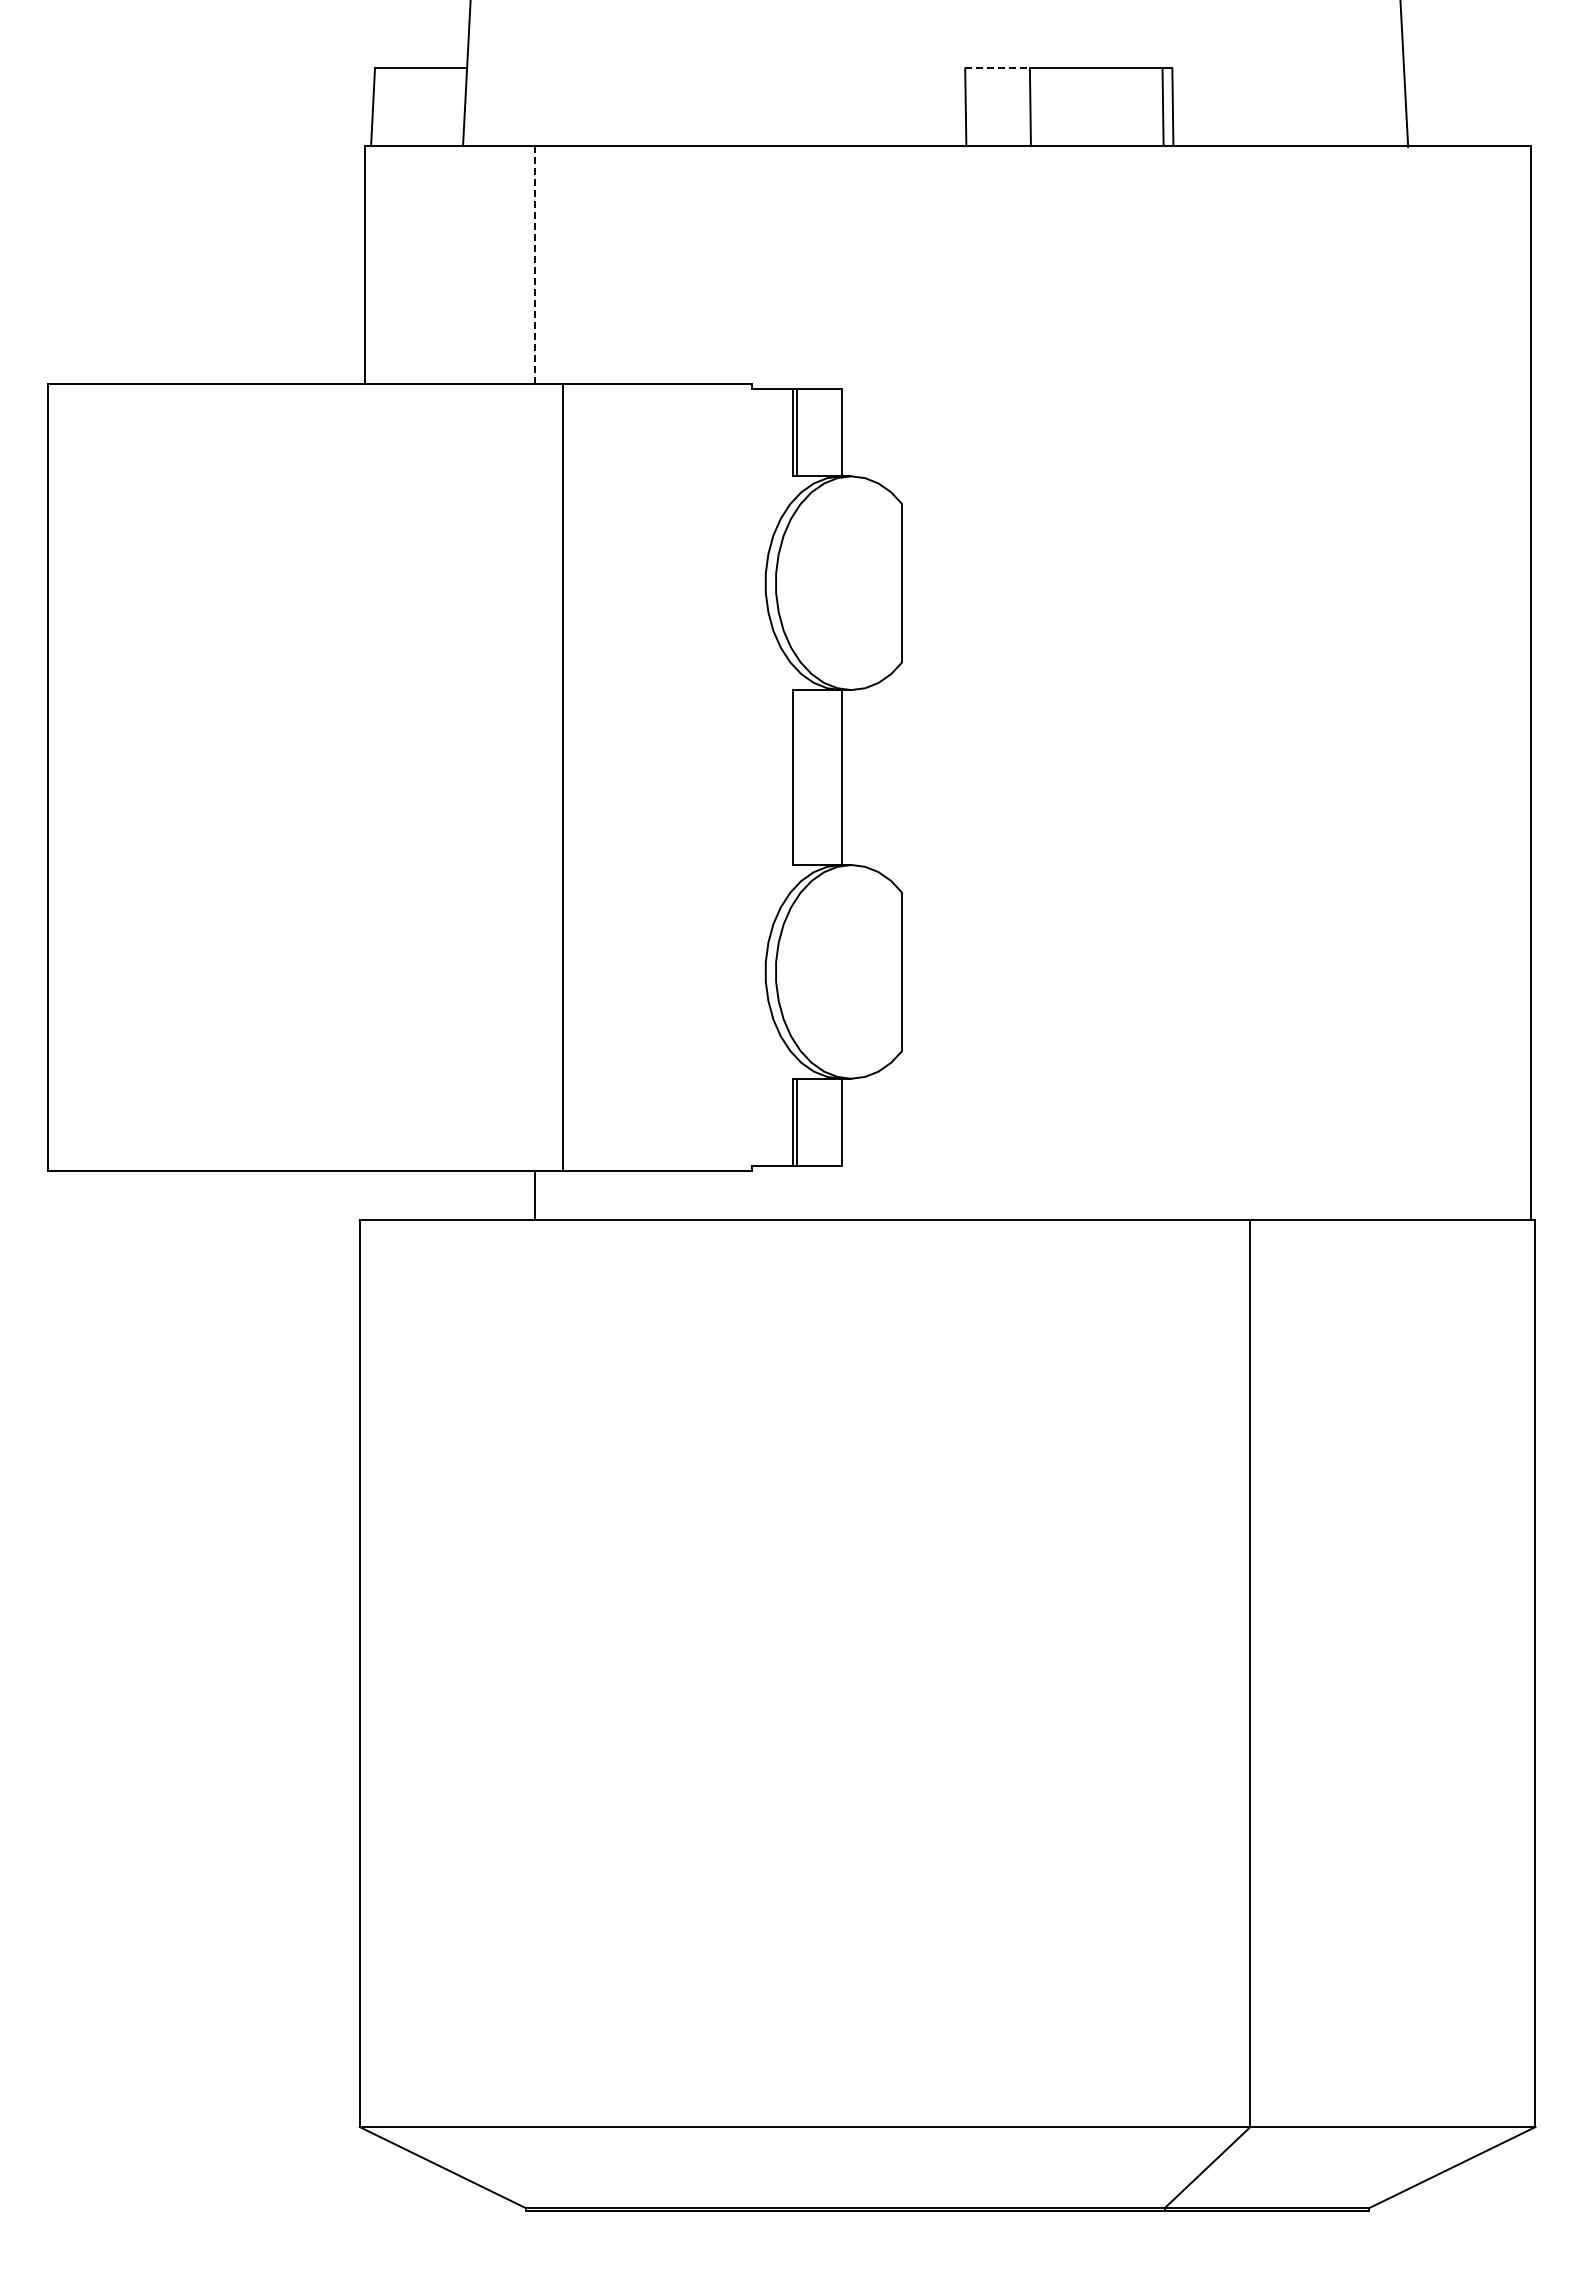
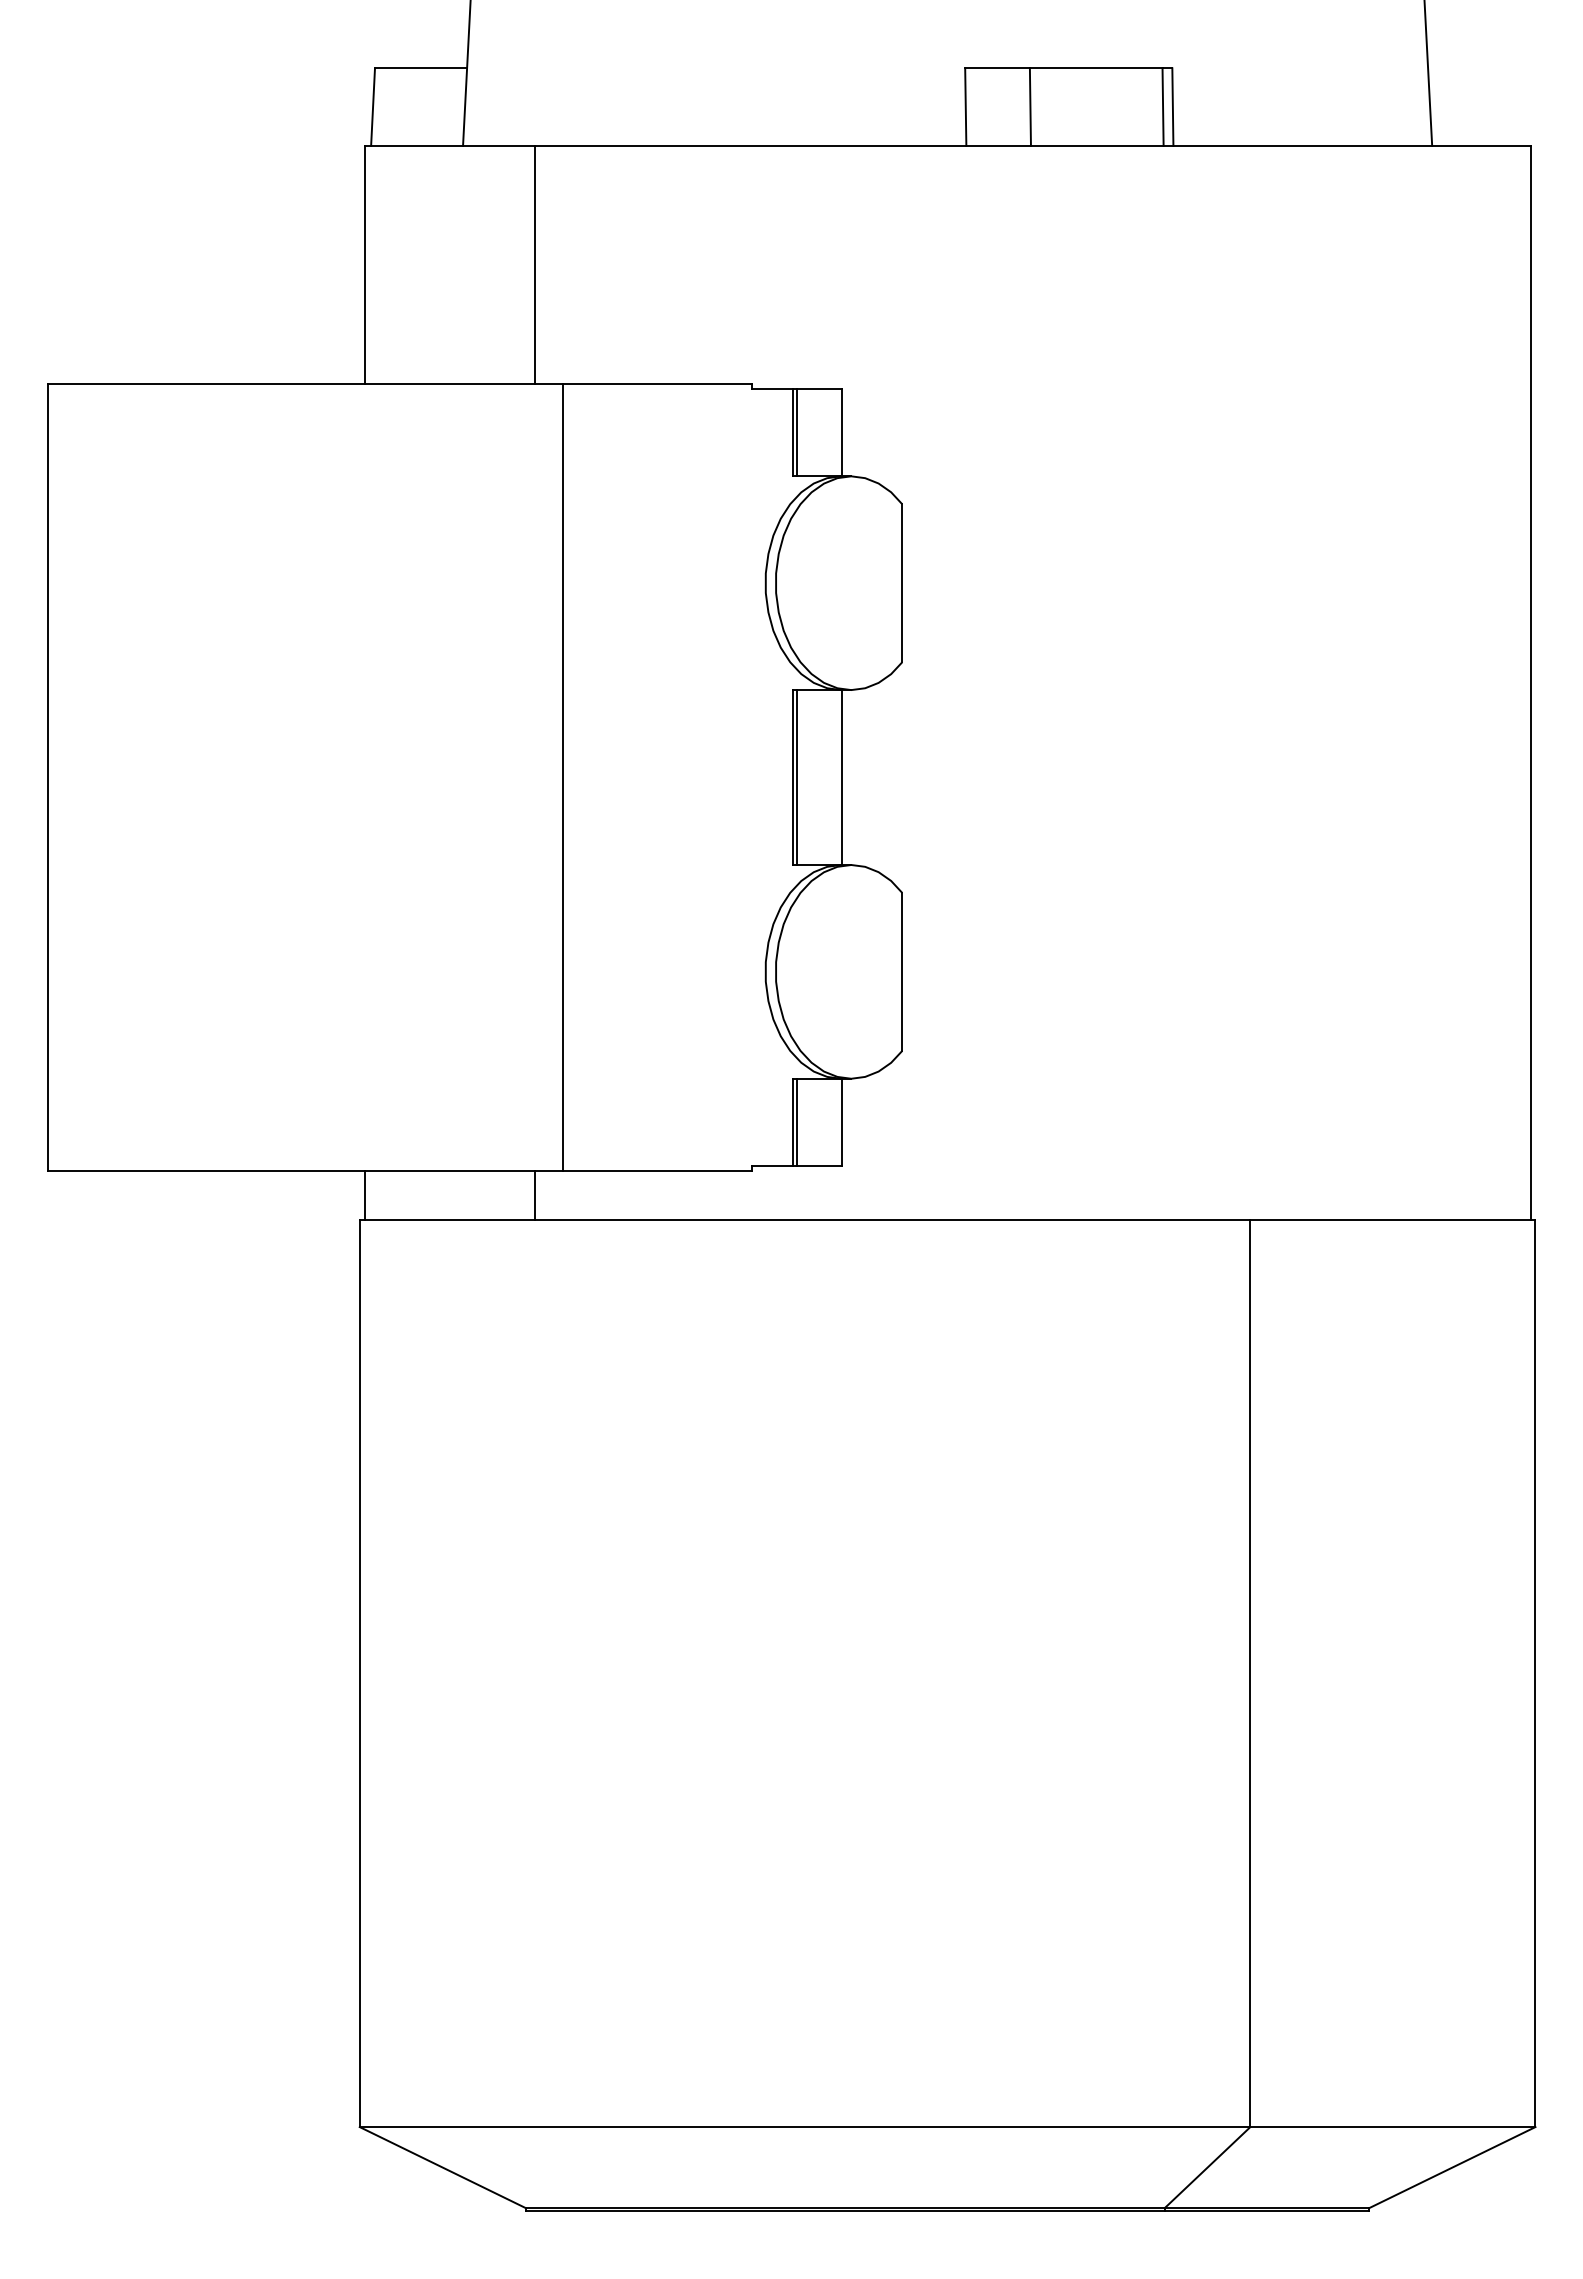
line at (998, 68): dashed -> solid
line at (1404, 74) position: (1404, 74) -> (1428, 73)
line at (535, 265): dashed -> solid
line at (796, 777): none -> present
line at (364, 1195): none -> present
